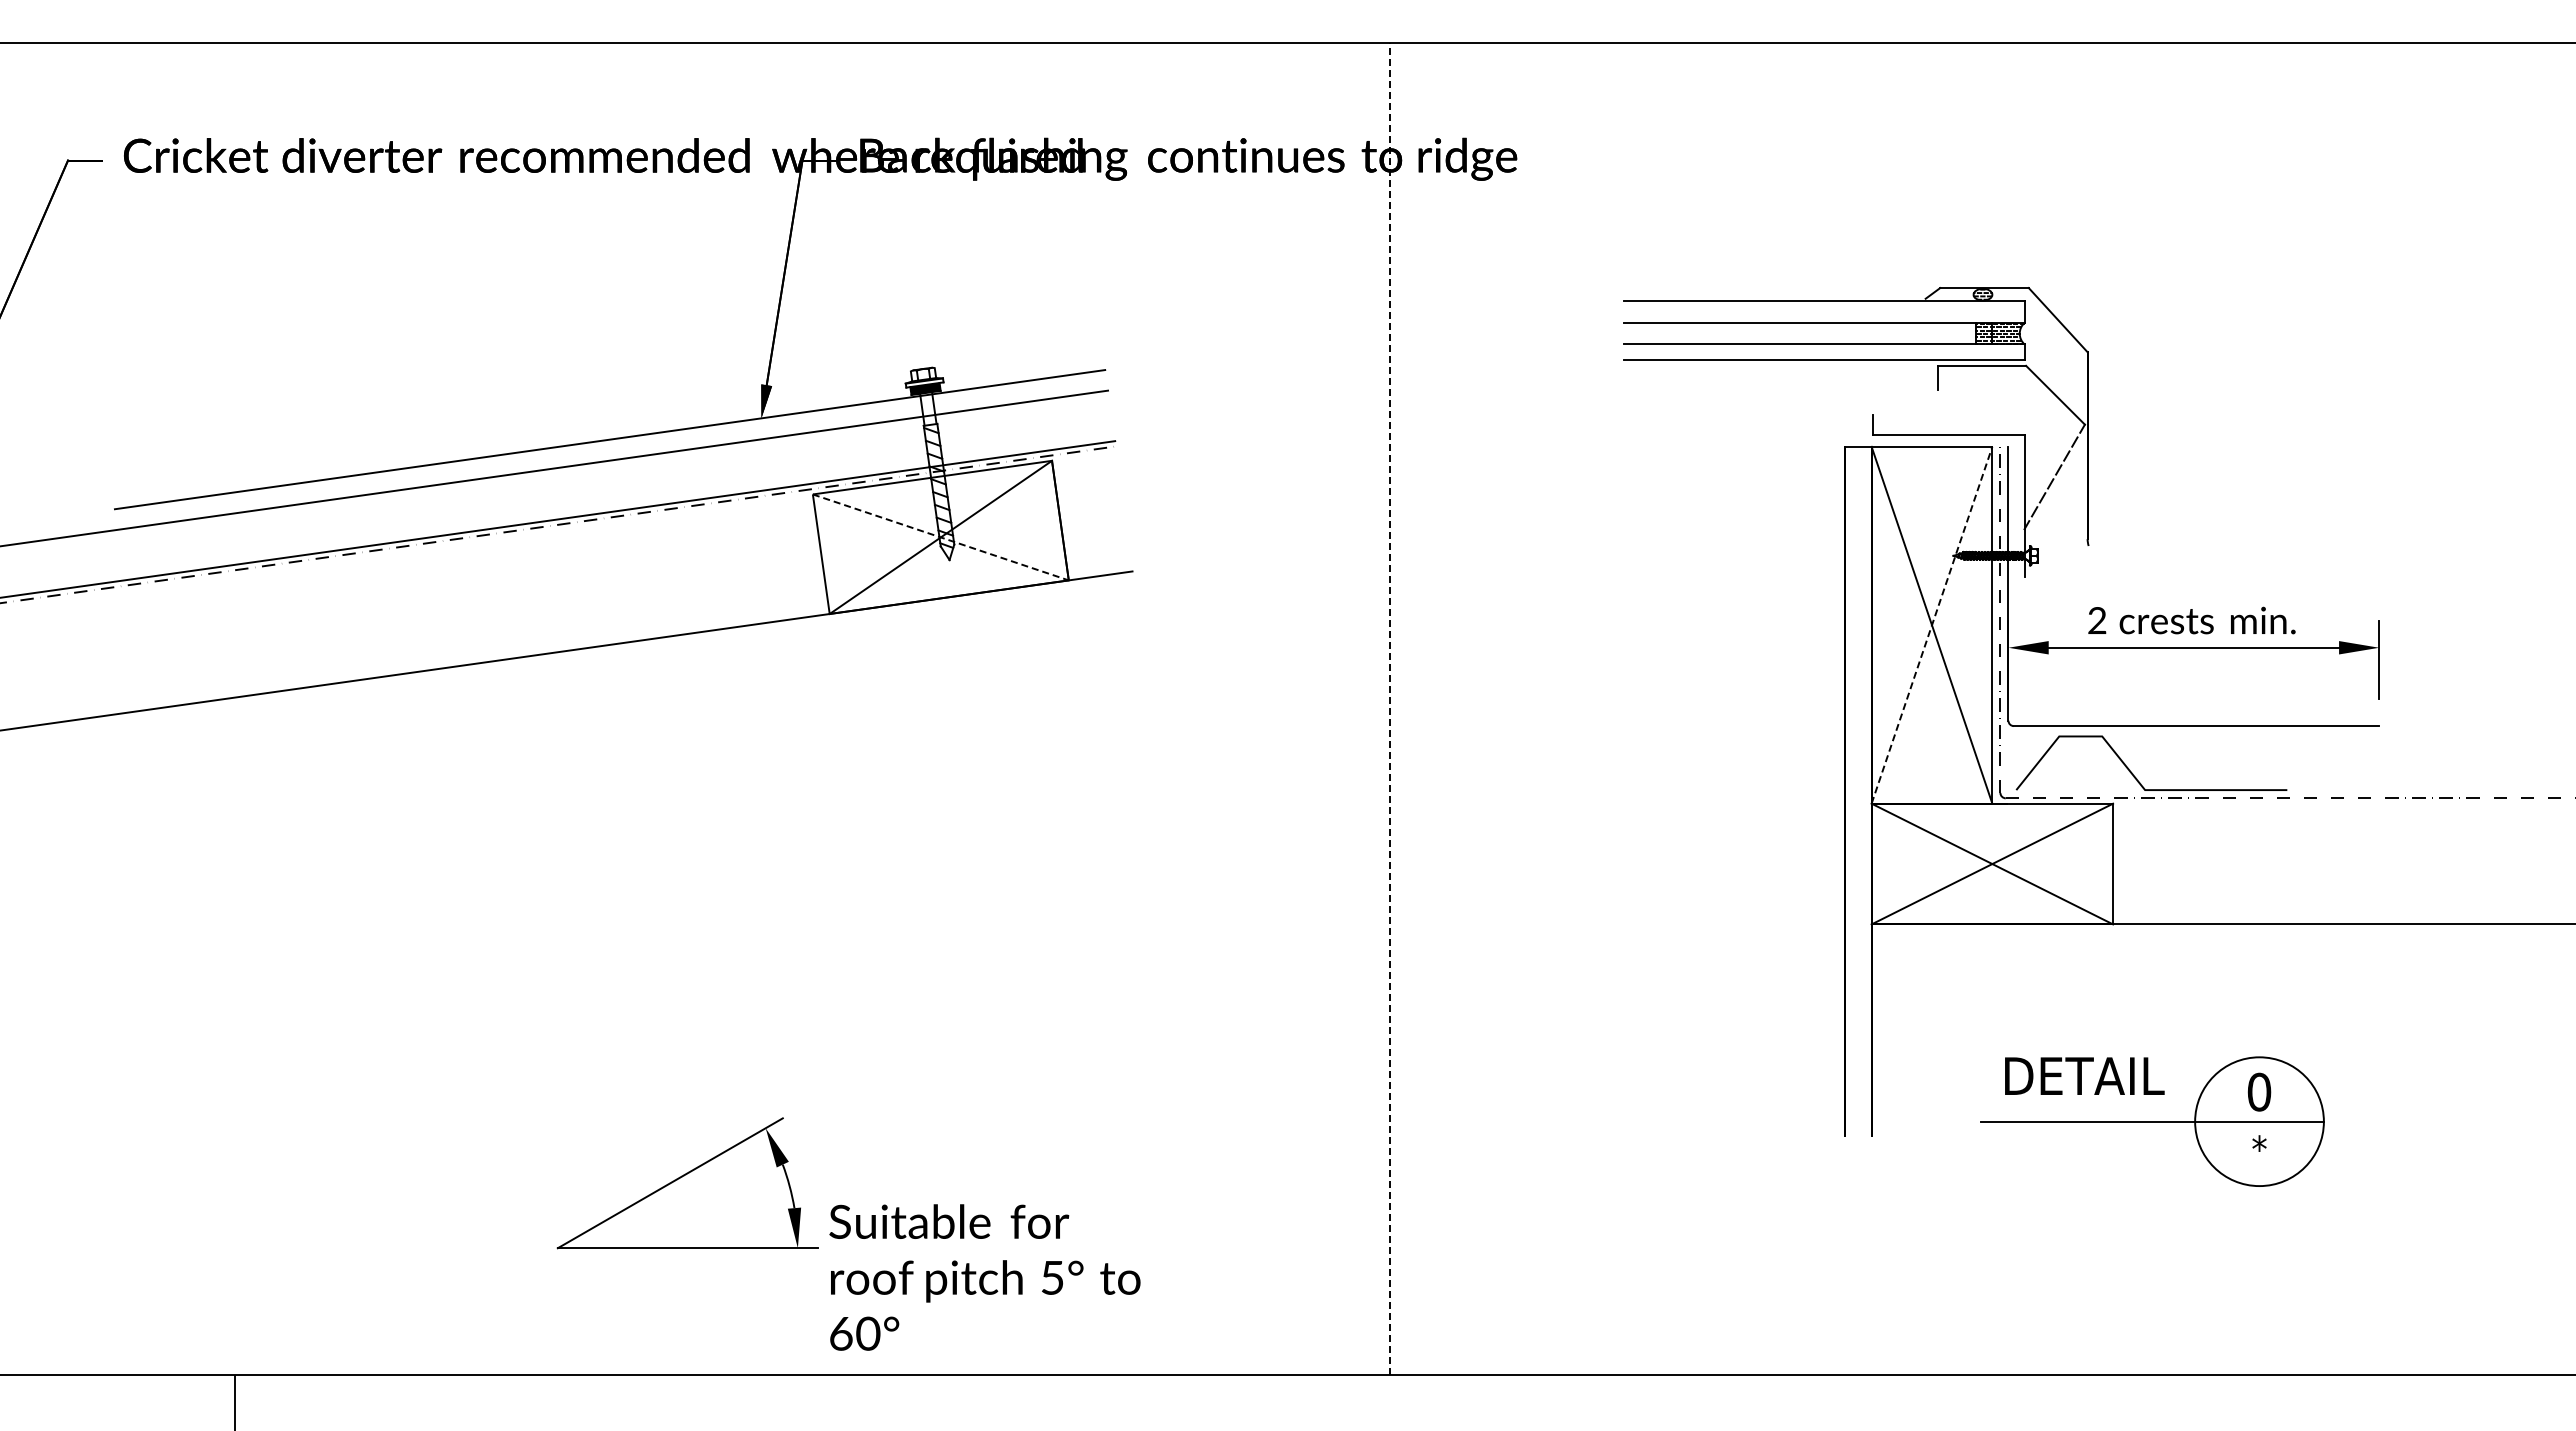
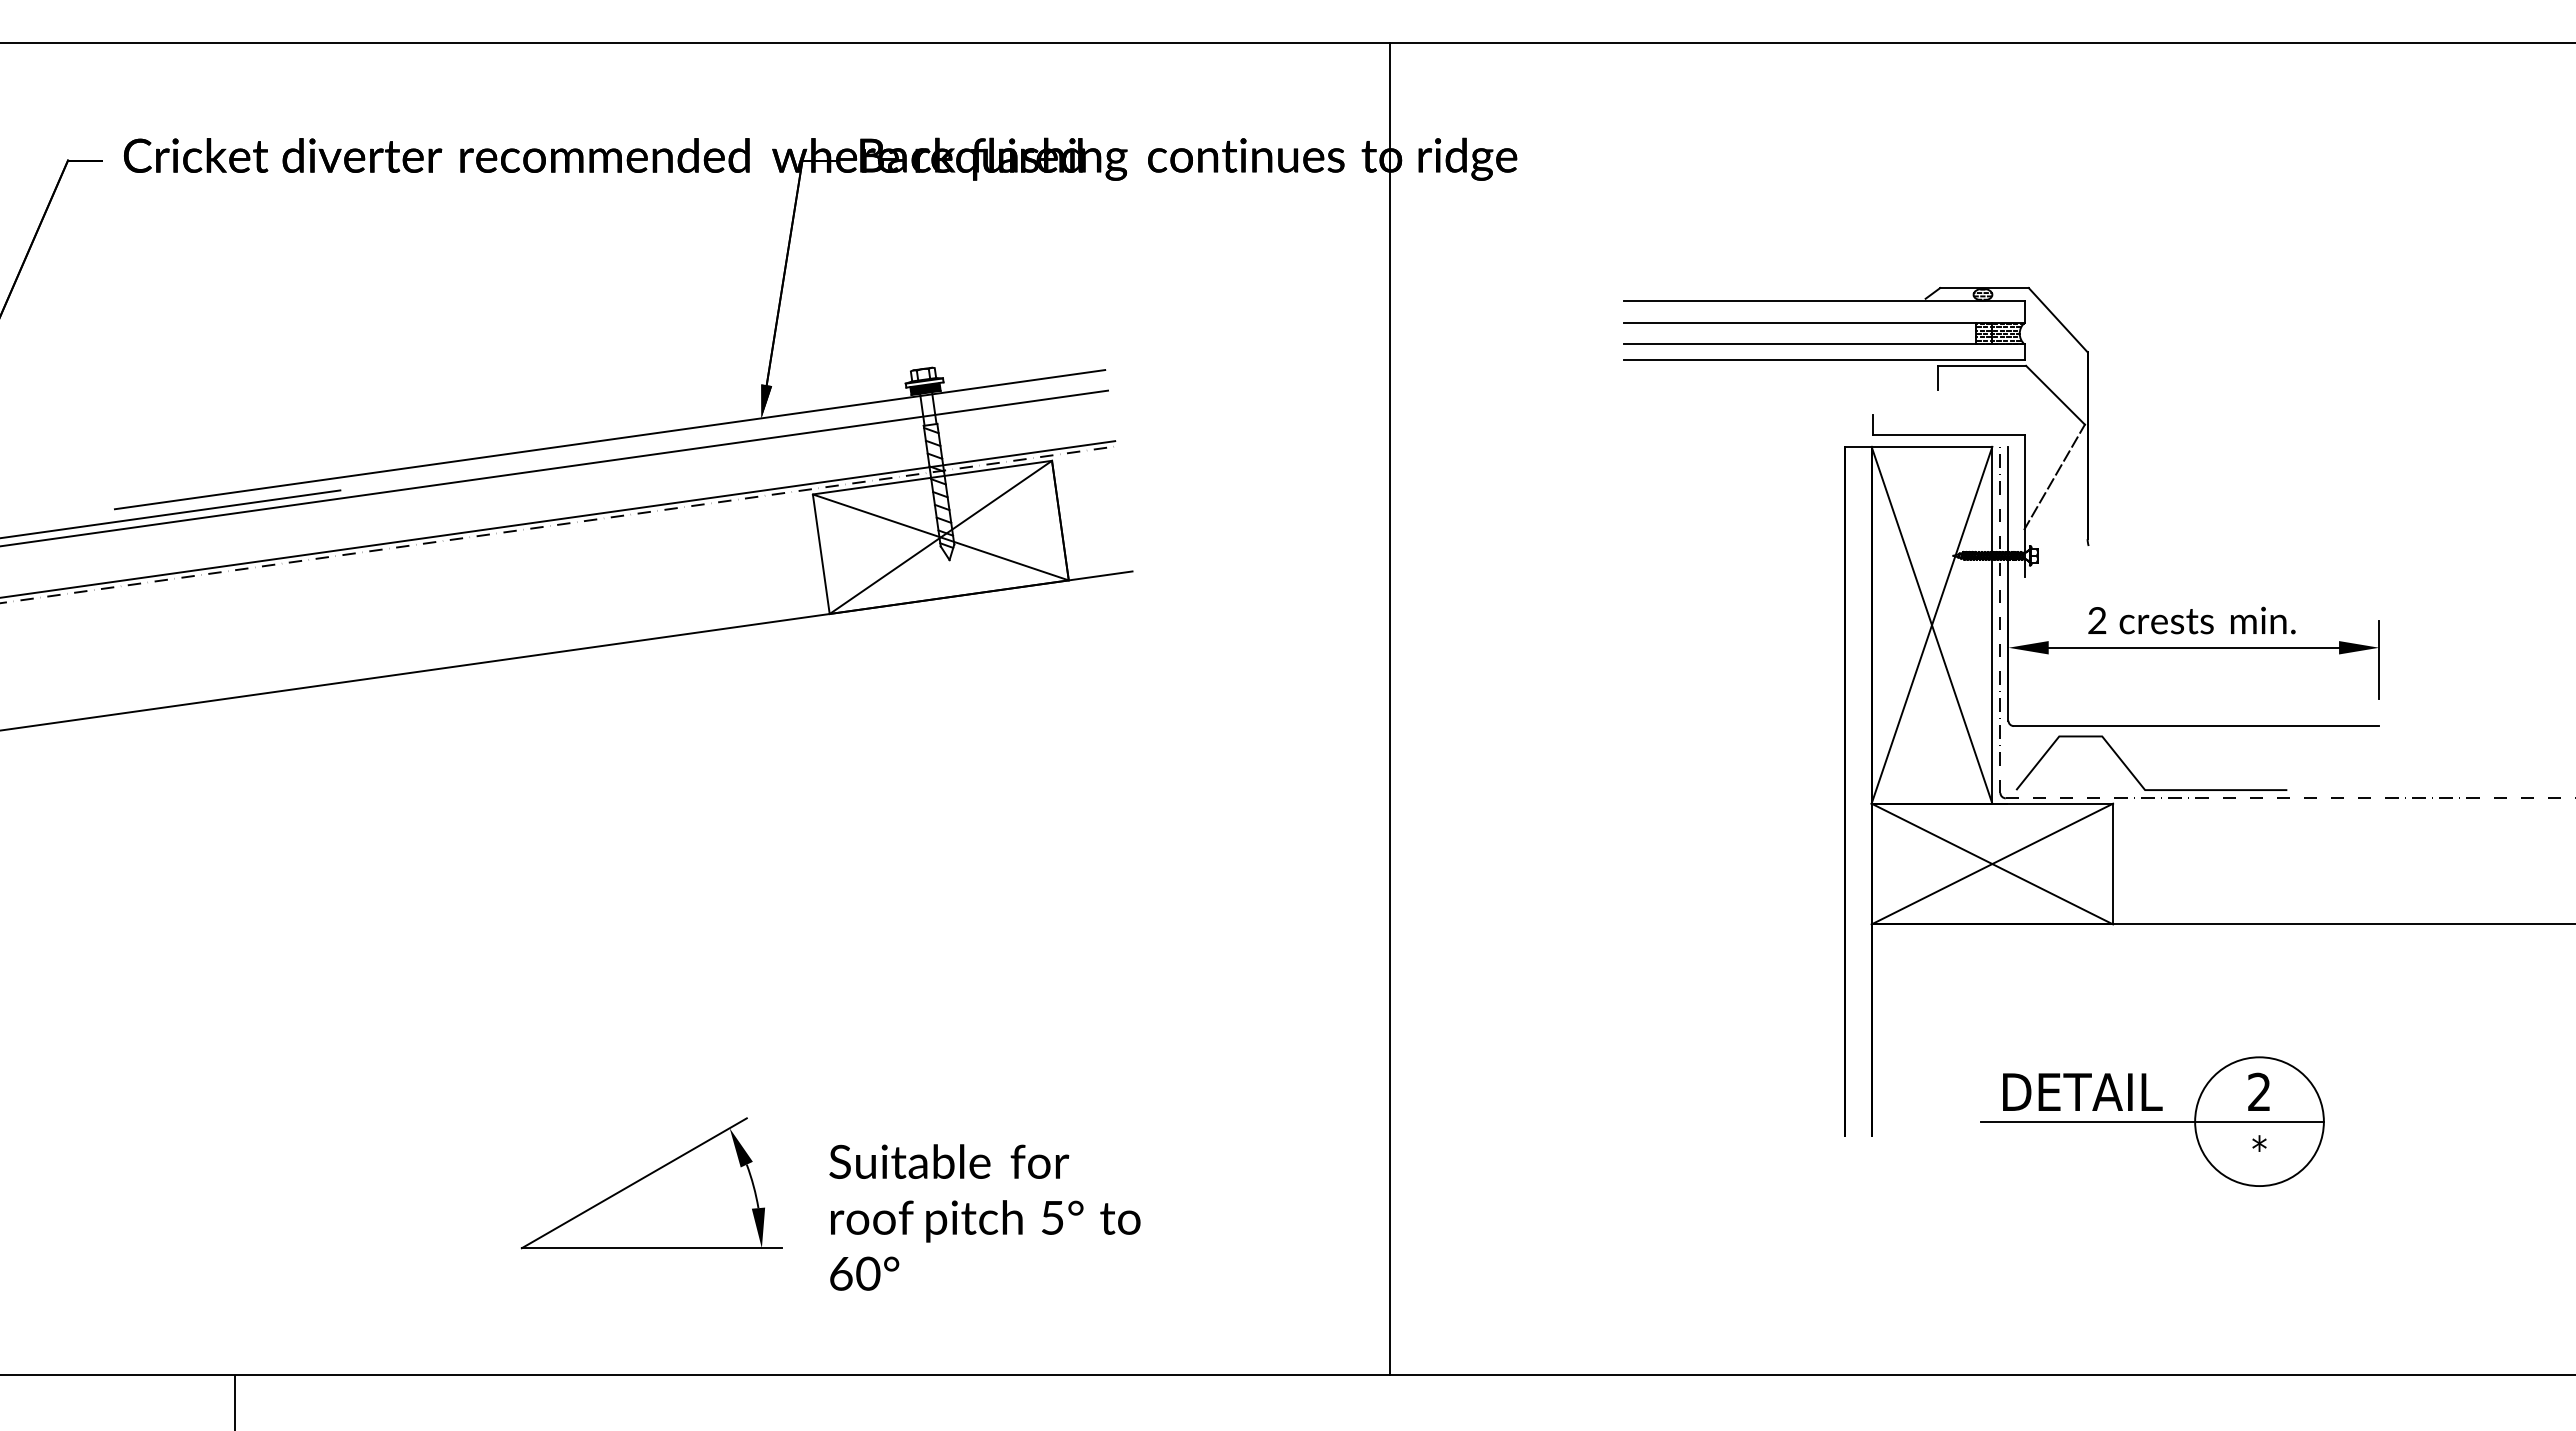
line at (171, 513): none -> present
line at (940, 537): dashed -> solid
line at (1932, 624): dashed -> solid
line at (1389, 708): dashed -> solid
text at (2084, 1075) position: (2084, 1075) -> (2082, 1091)
text at (2259, 1091): 0 -> 2
part at (687, 1183) position: (687, 1183) -> (651, 1183)
text at (984, 1277) position: (984, 1277) -> (984, 1217)
